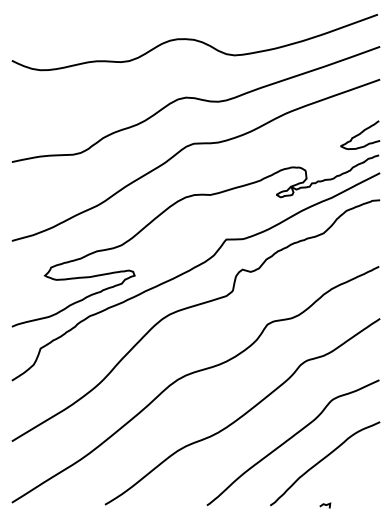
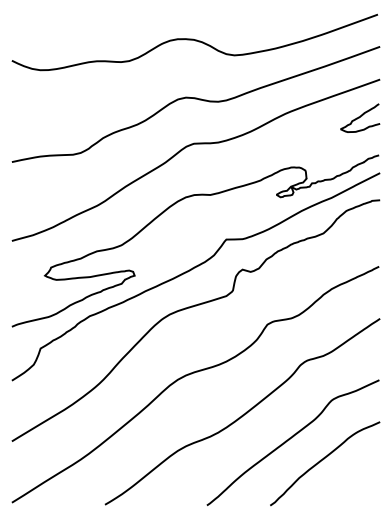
curve at (360, 134) position: (360, 134) -> (360, 117)
line at (325, 505): present -> none
